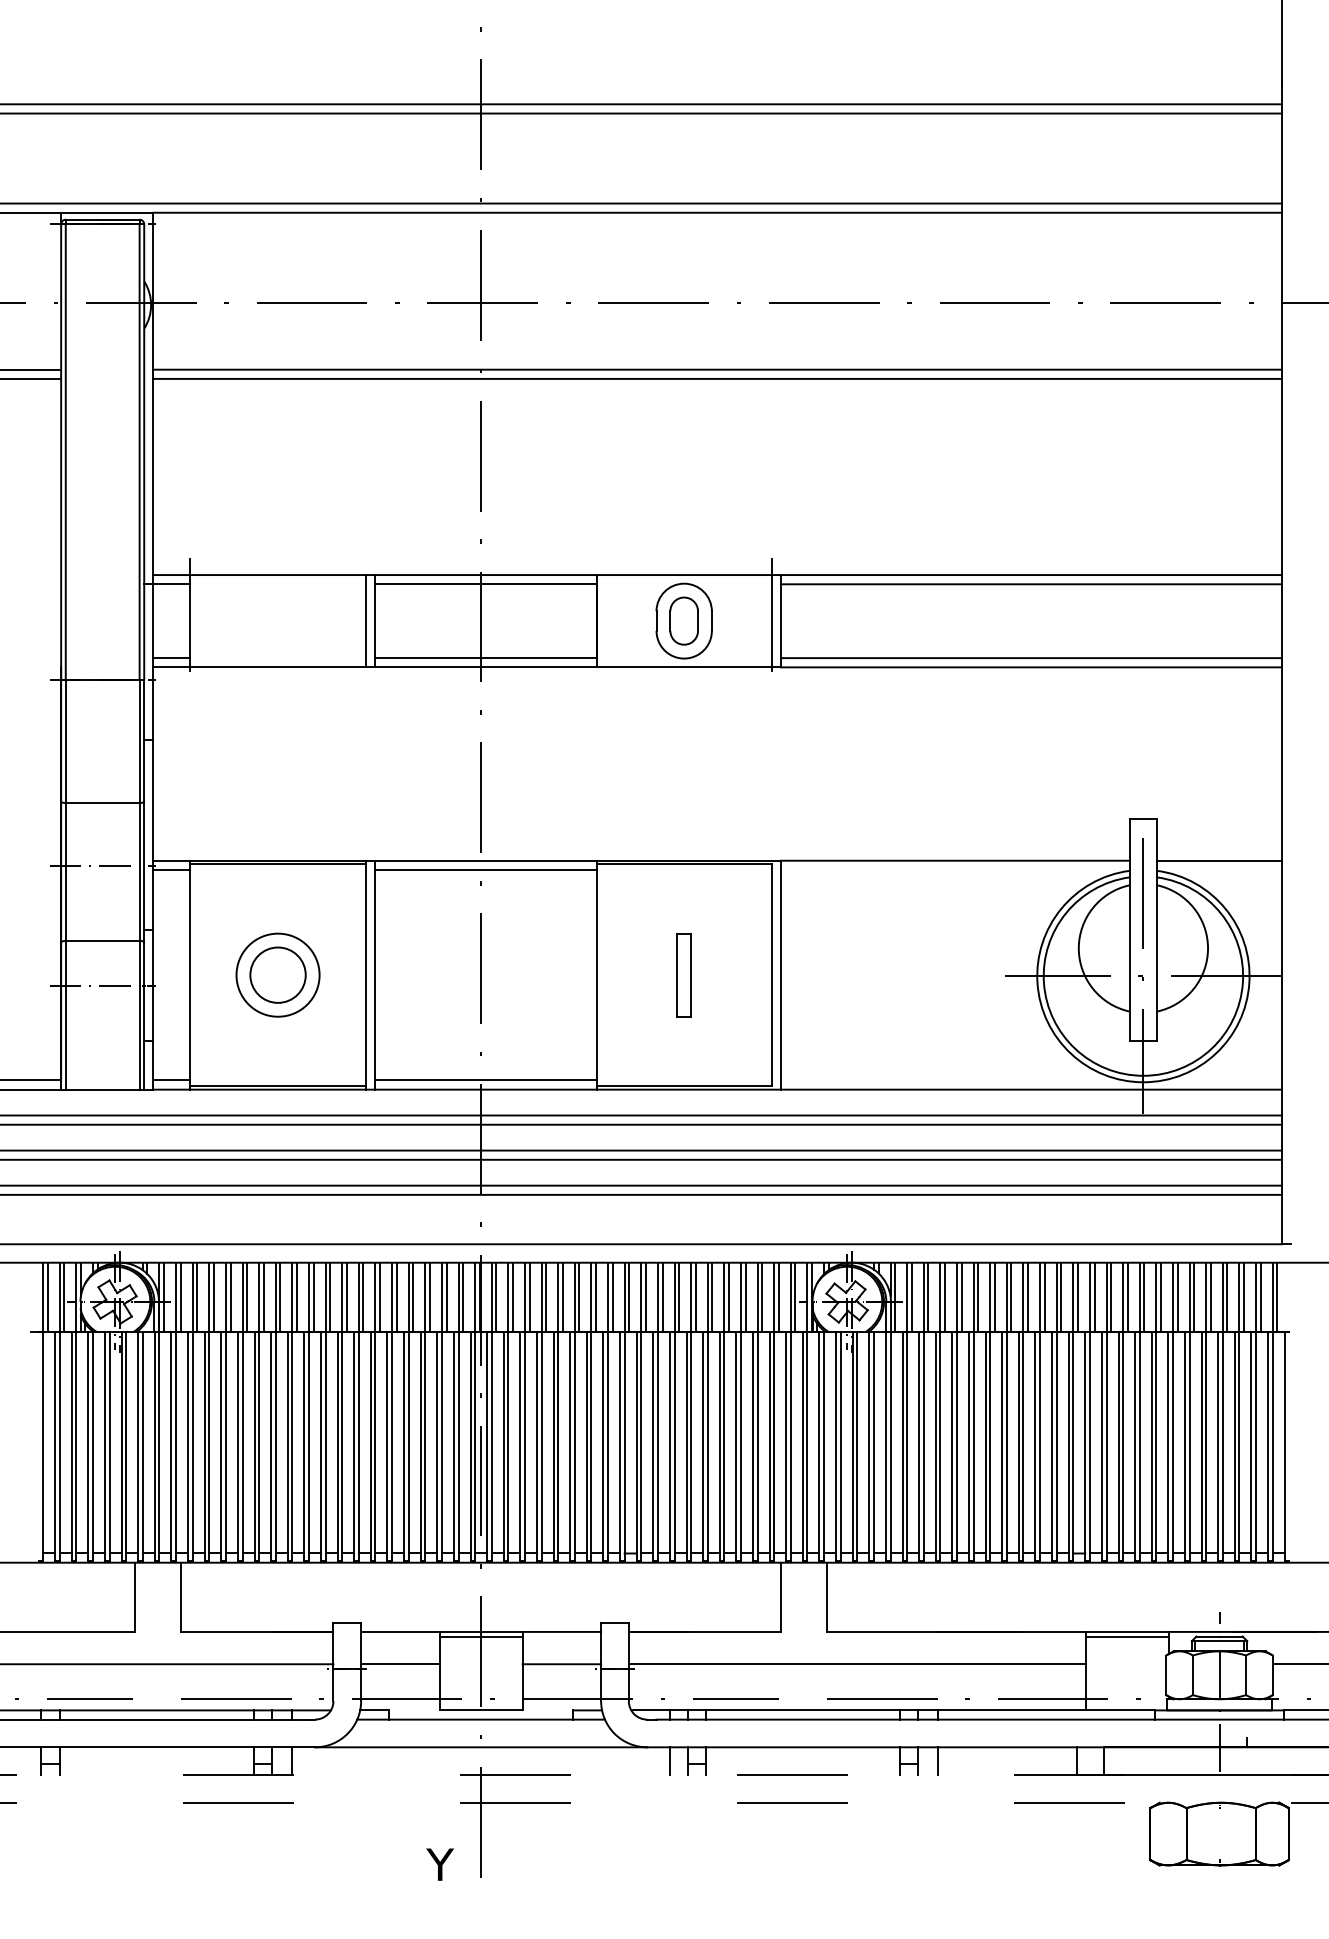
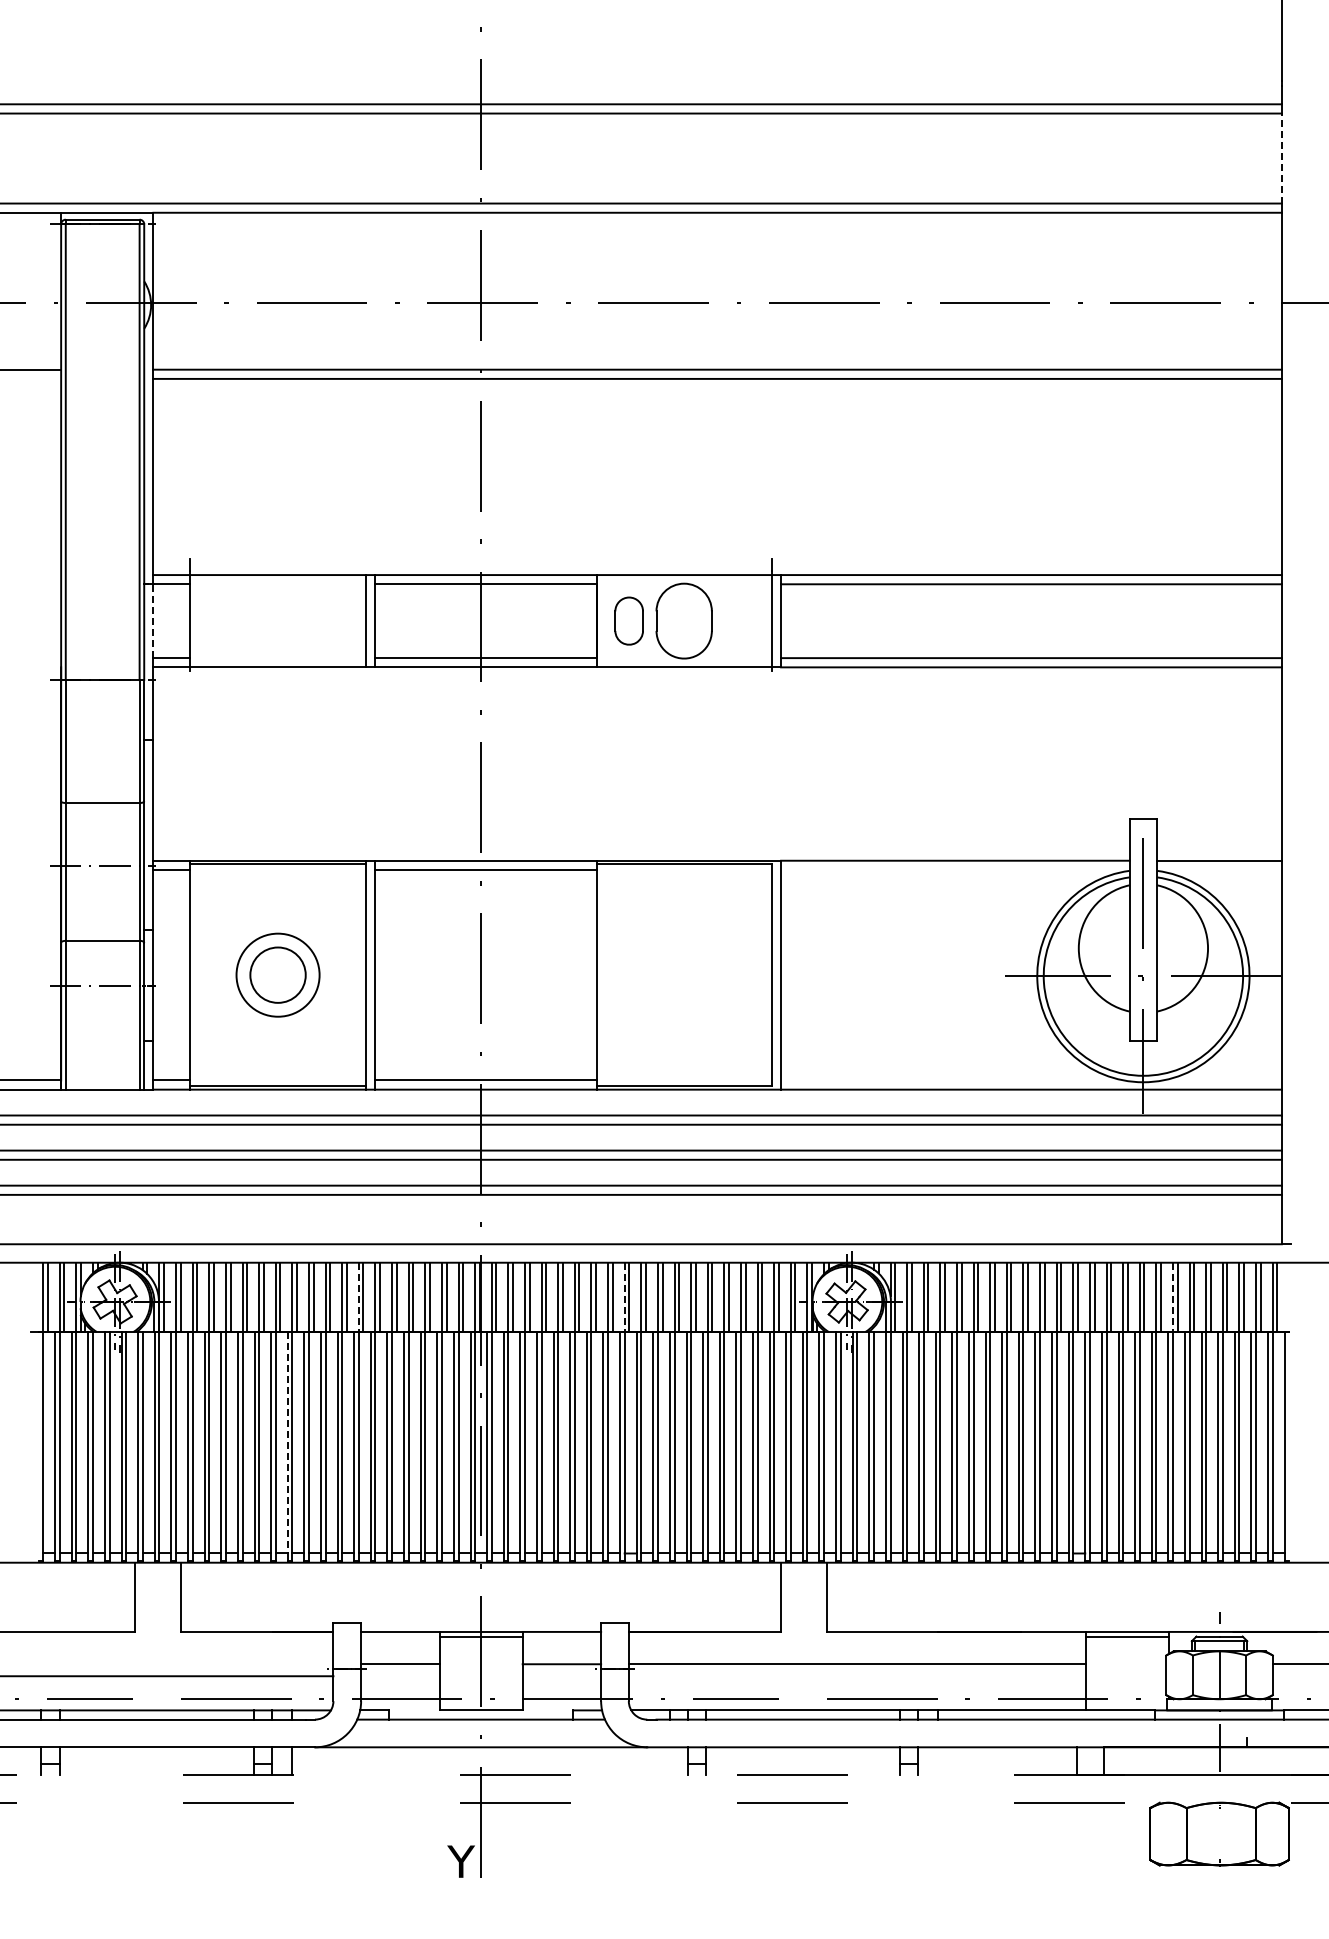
line at (1281, 158): solid -> dashed
line at (31, 378): present -> none
part at (683, 620) position: (683, 620) -> (628, 620)
line at (153, 621): solid -> dashed
part at (683, 975): present -> none
line at (358, 1297): solid -> dashed
line at (624, 1297): solid -> dashed
line at (1172, 1297): solid -> dashed
line at (287, 1442): solid -> dashed
line at (167, 1664) position: (167, 1664) -> (167, 1676)
line at (670, 1761): present -> none
line at (938, 1761): present -> none
text at (439, 1864) position: (439, 1864) -> (460, 1861)
